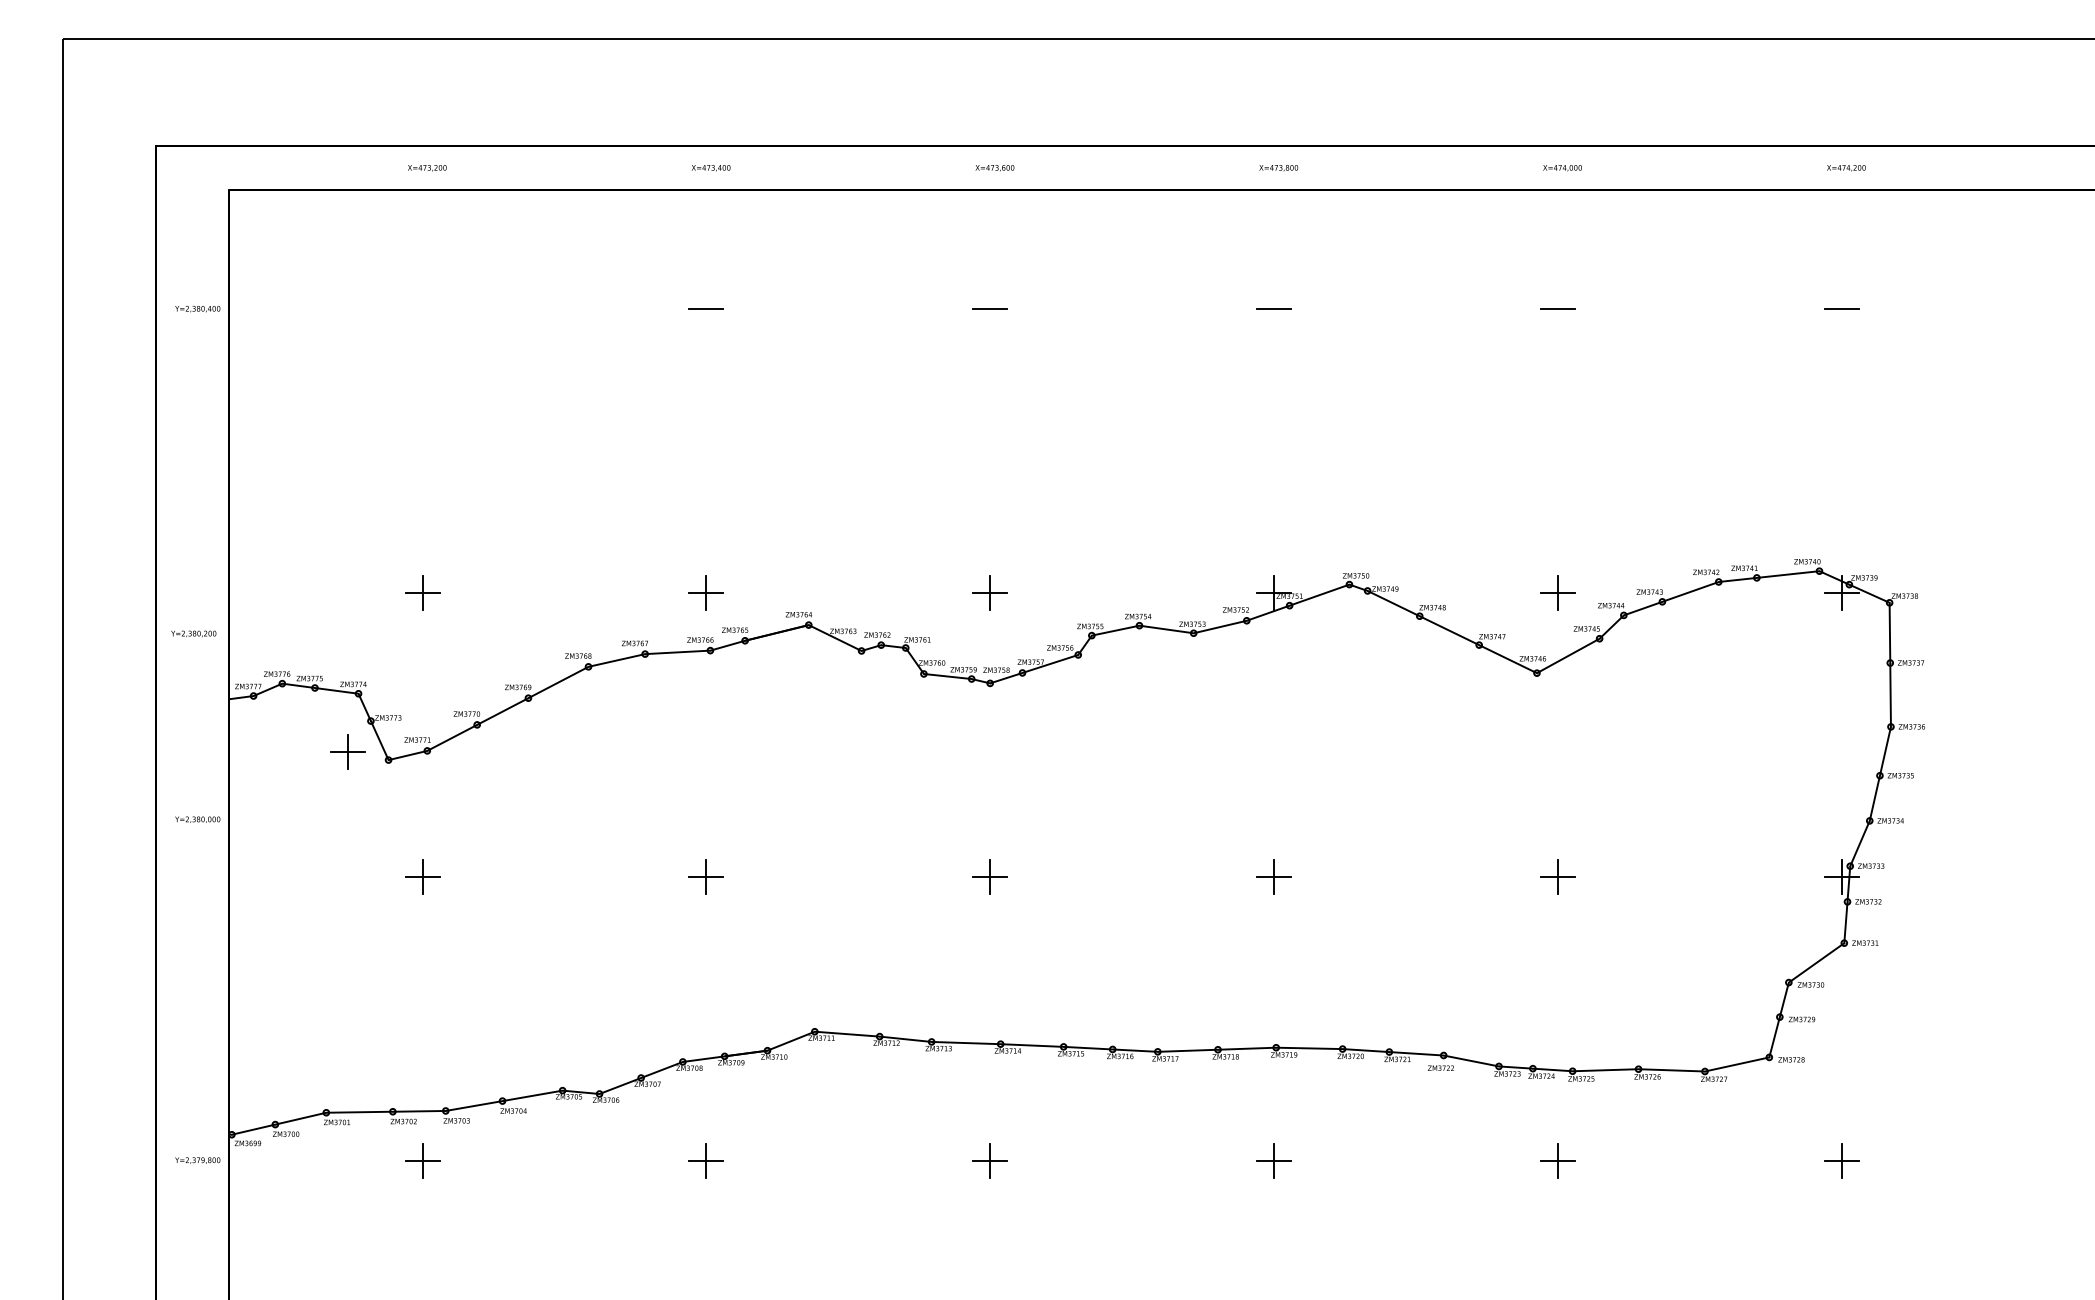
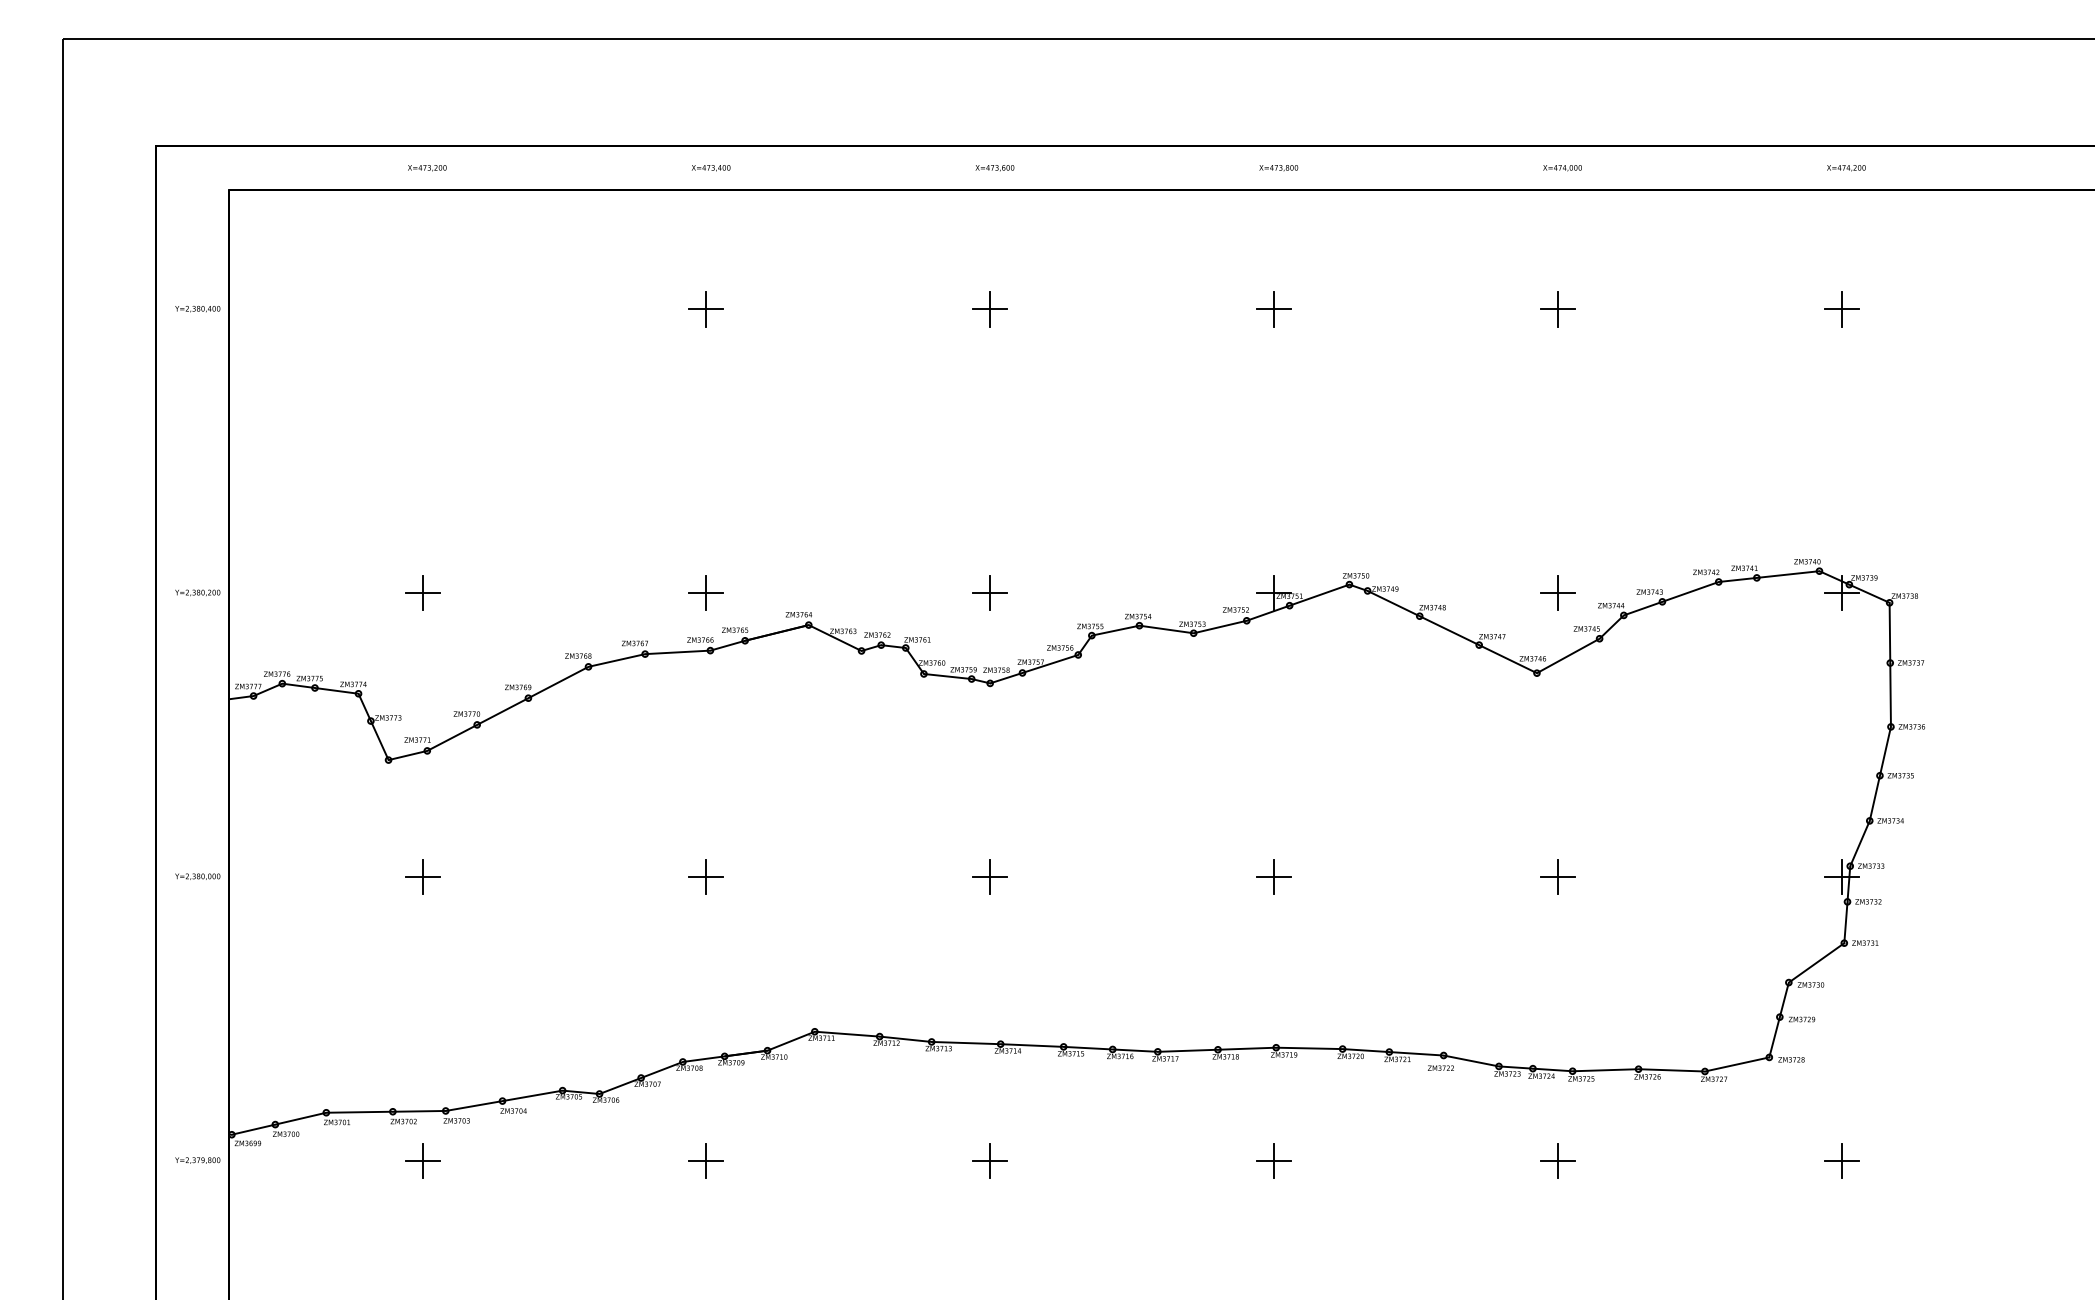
line at (706, 309): none -> present
line at (990, 309): none -> present
line at (1273, 309): none -> present
line at (1557, 309): none -> present
line at (1841, 309): none -> present
text at (193, 633) position: (193, 633) -> (197, 592)
part at (347, 751): present -> none
text at (197, 819) position: (197, 819) -> (197, 876)
